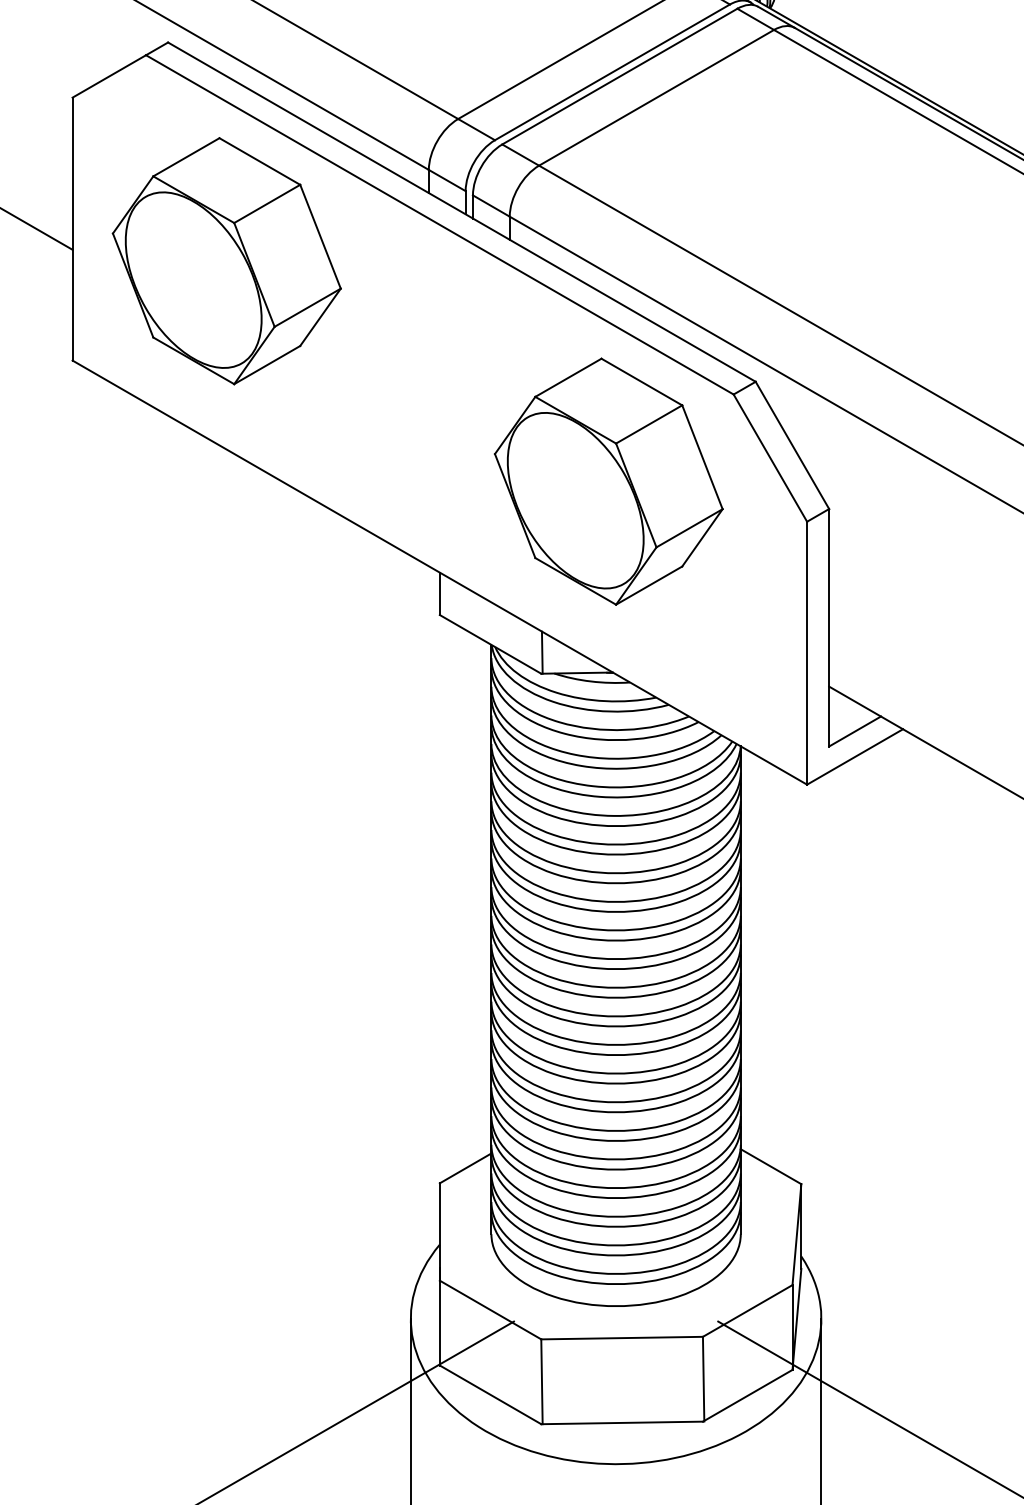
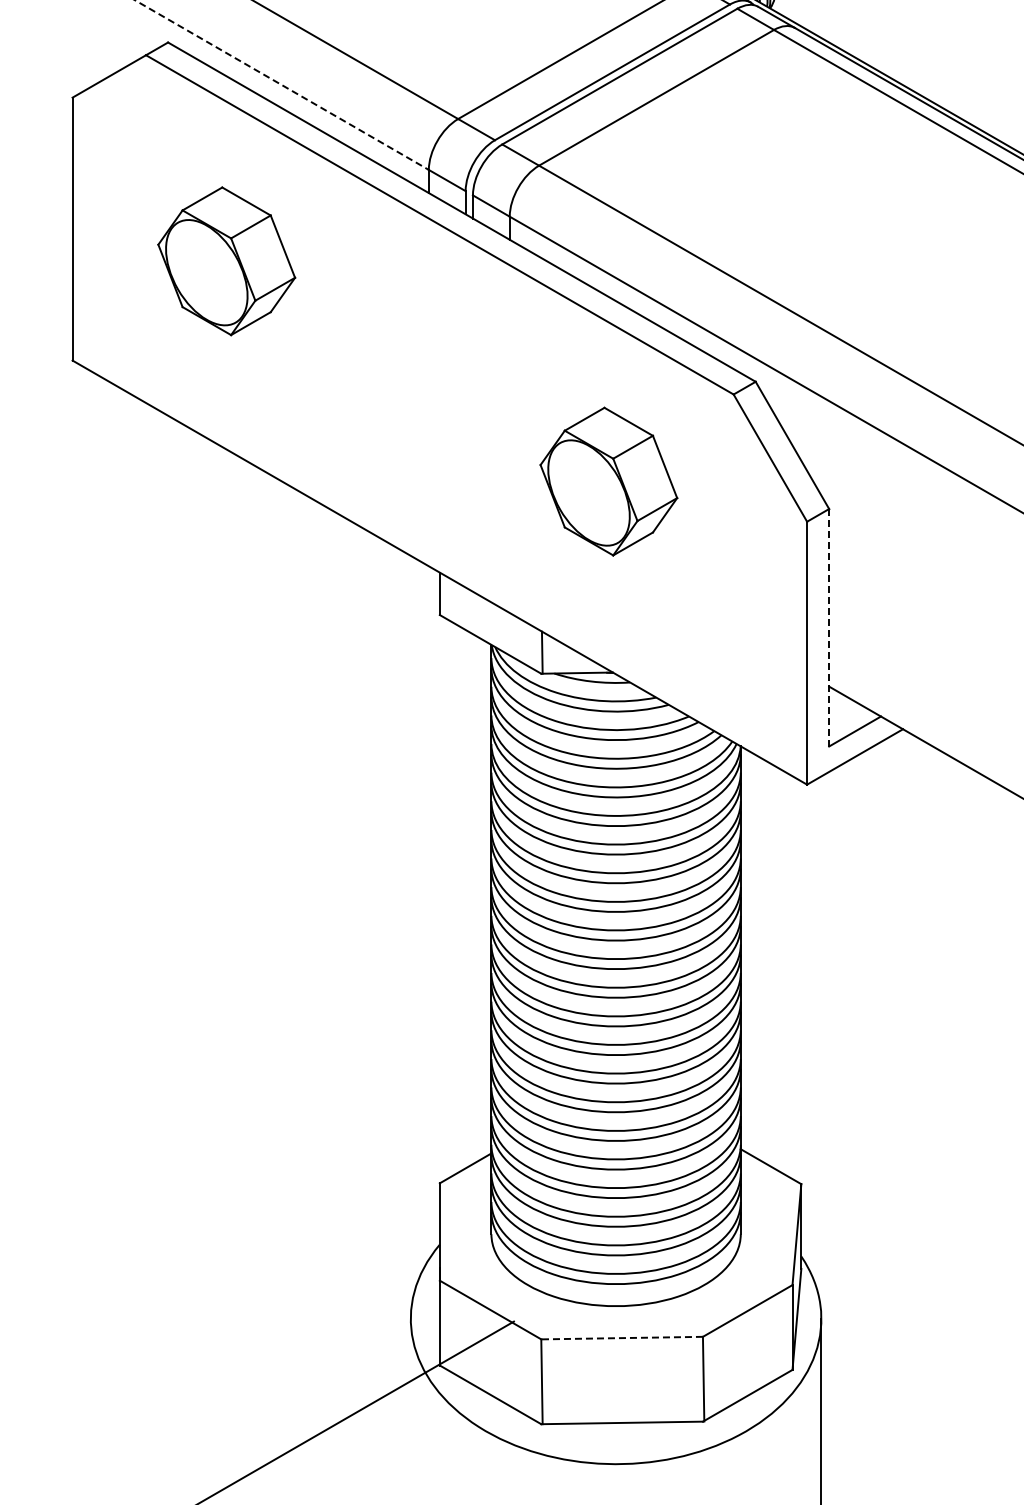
line at (282, 85): solid -> dashed
line at (37, 229): present -> none
part at (226, 261) size: 231x249 px -> 140x151 px
part at (608, 481) size: 230x249 px -> 140x151 px
line at (829, 627): solid -> dashed
line at (622, 1338): solid -> dashed
line at (869, 1408): present -> none
line at (410, 1410): present -> none
